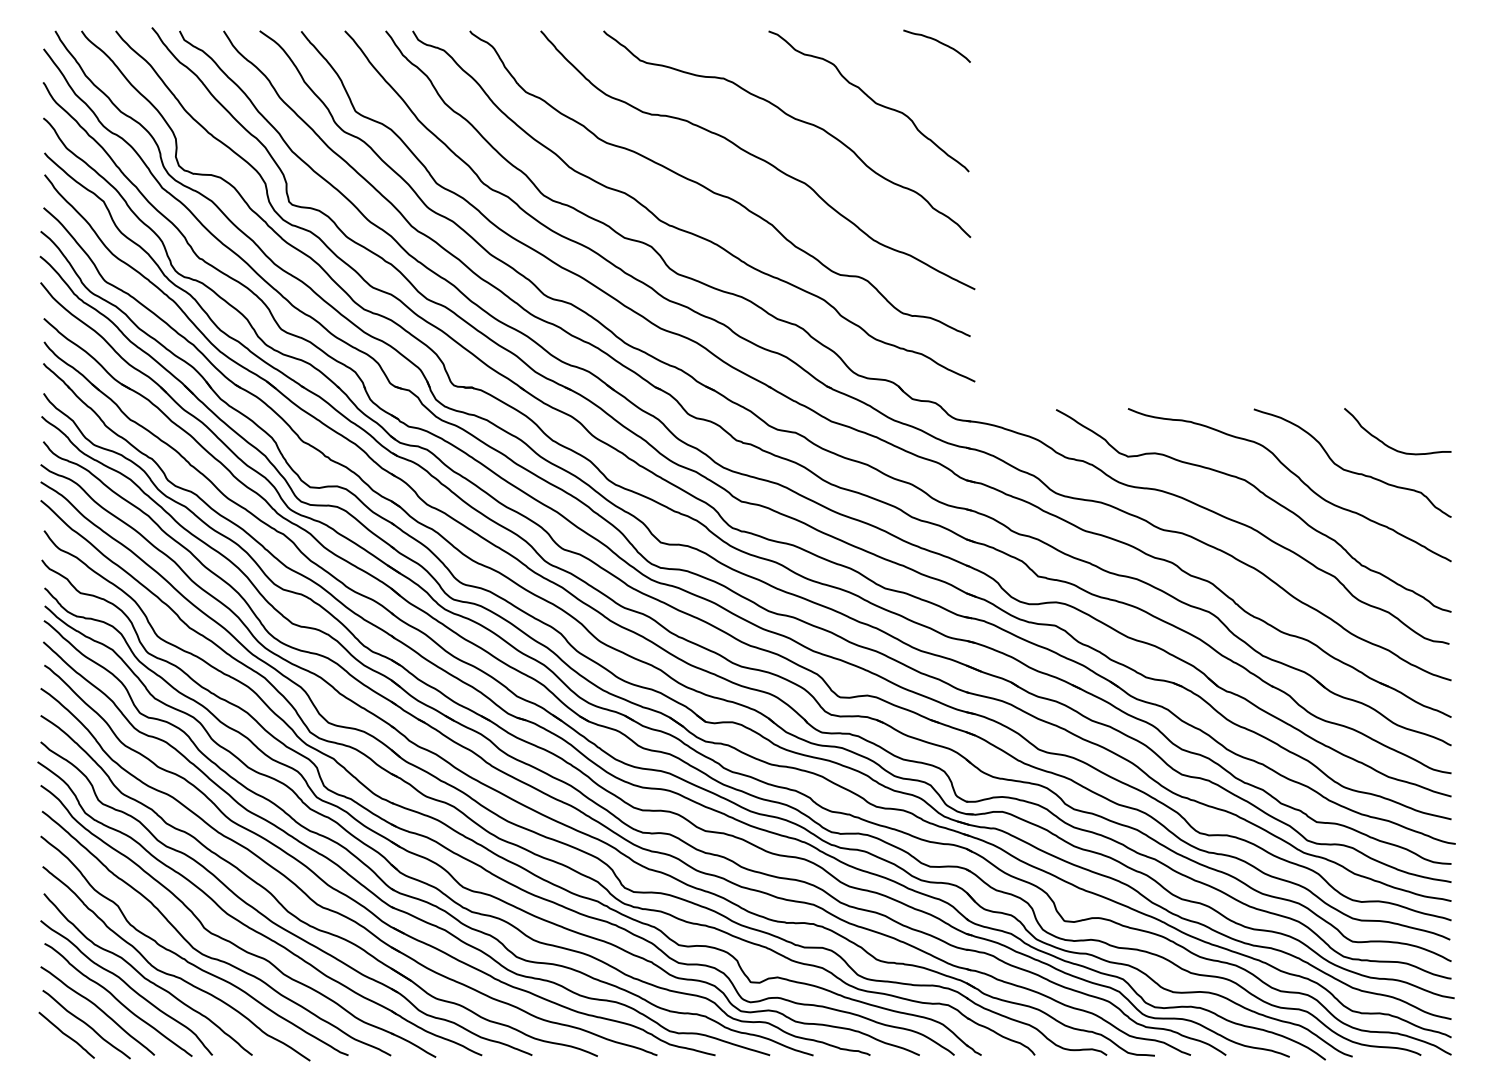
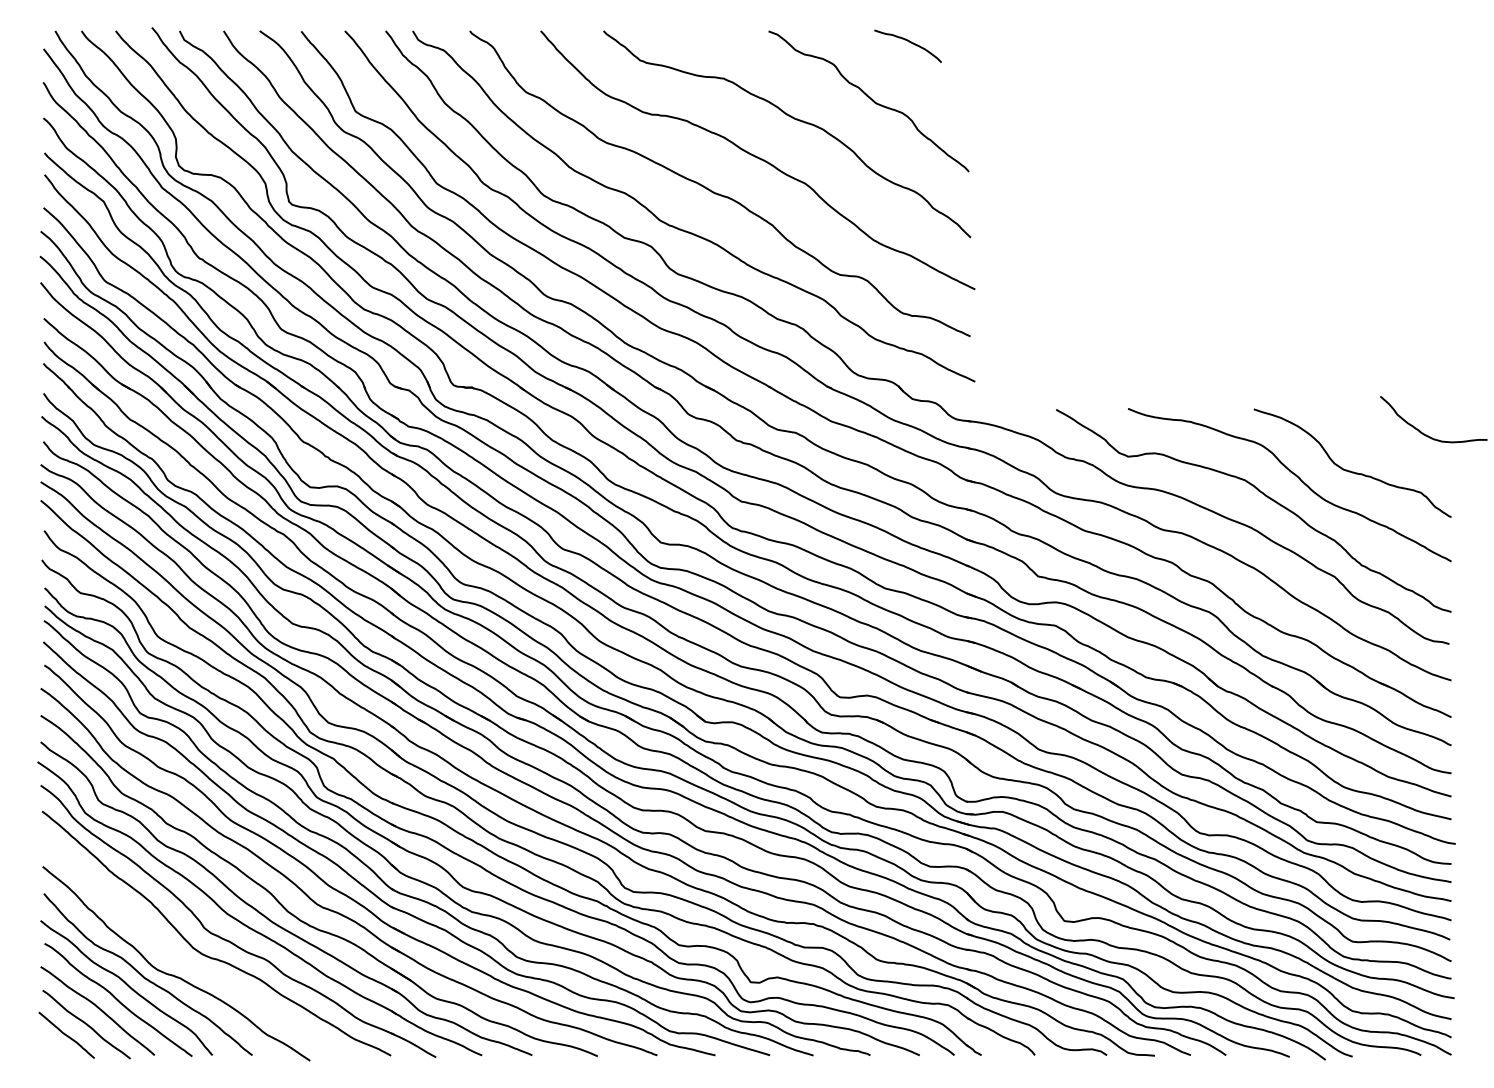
curve at (938, 42) position: (938, 42) -> (909, 42)
curve at (1390, 446) position: (1390, 446) -> (1426, 434)
curve at (185, 958): present -> none
